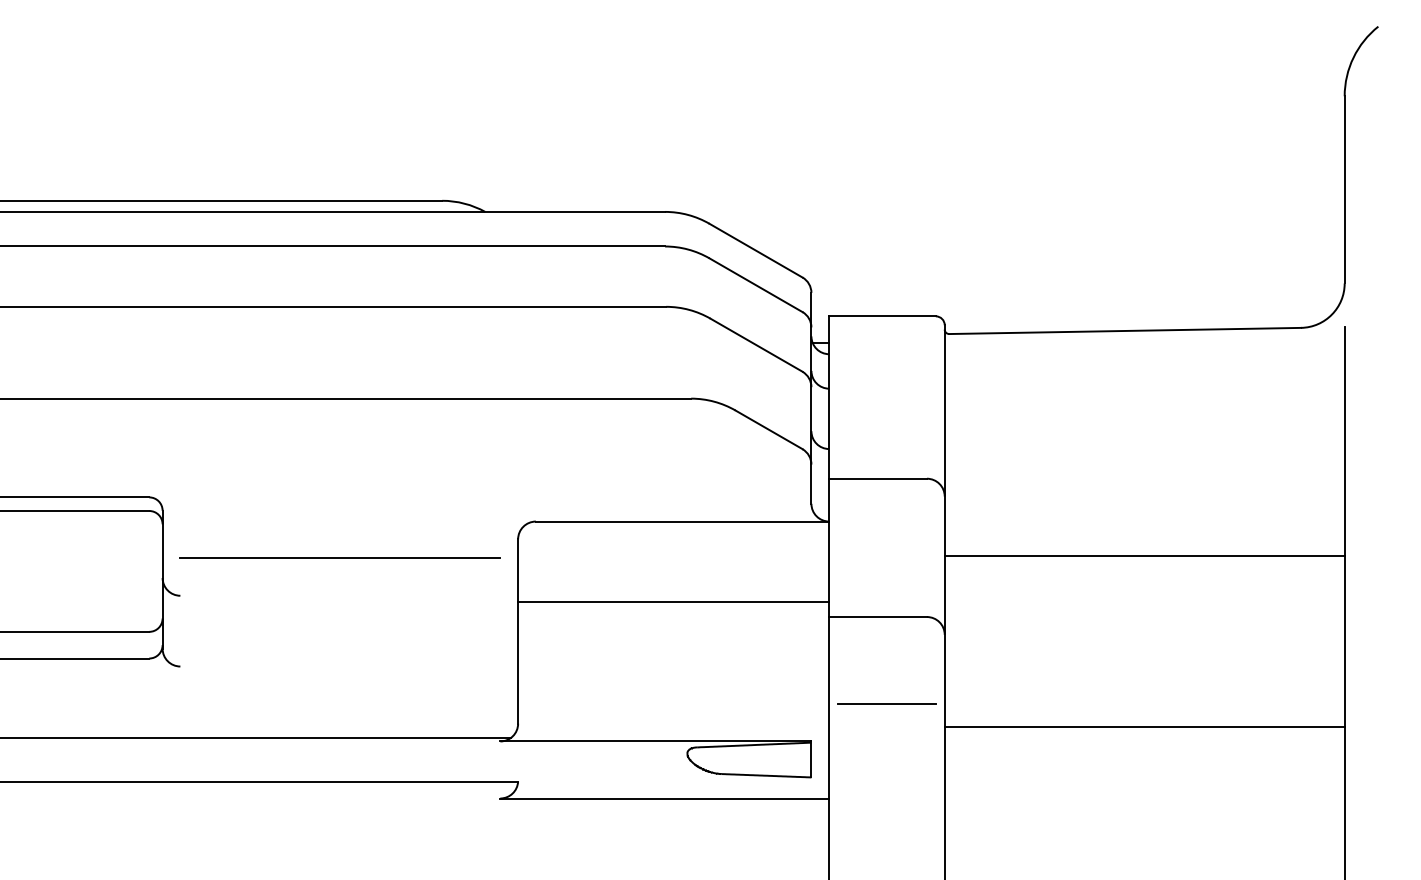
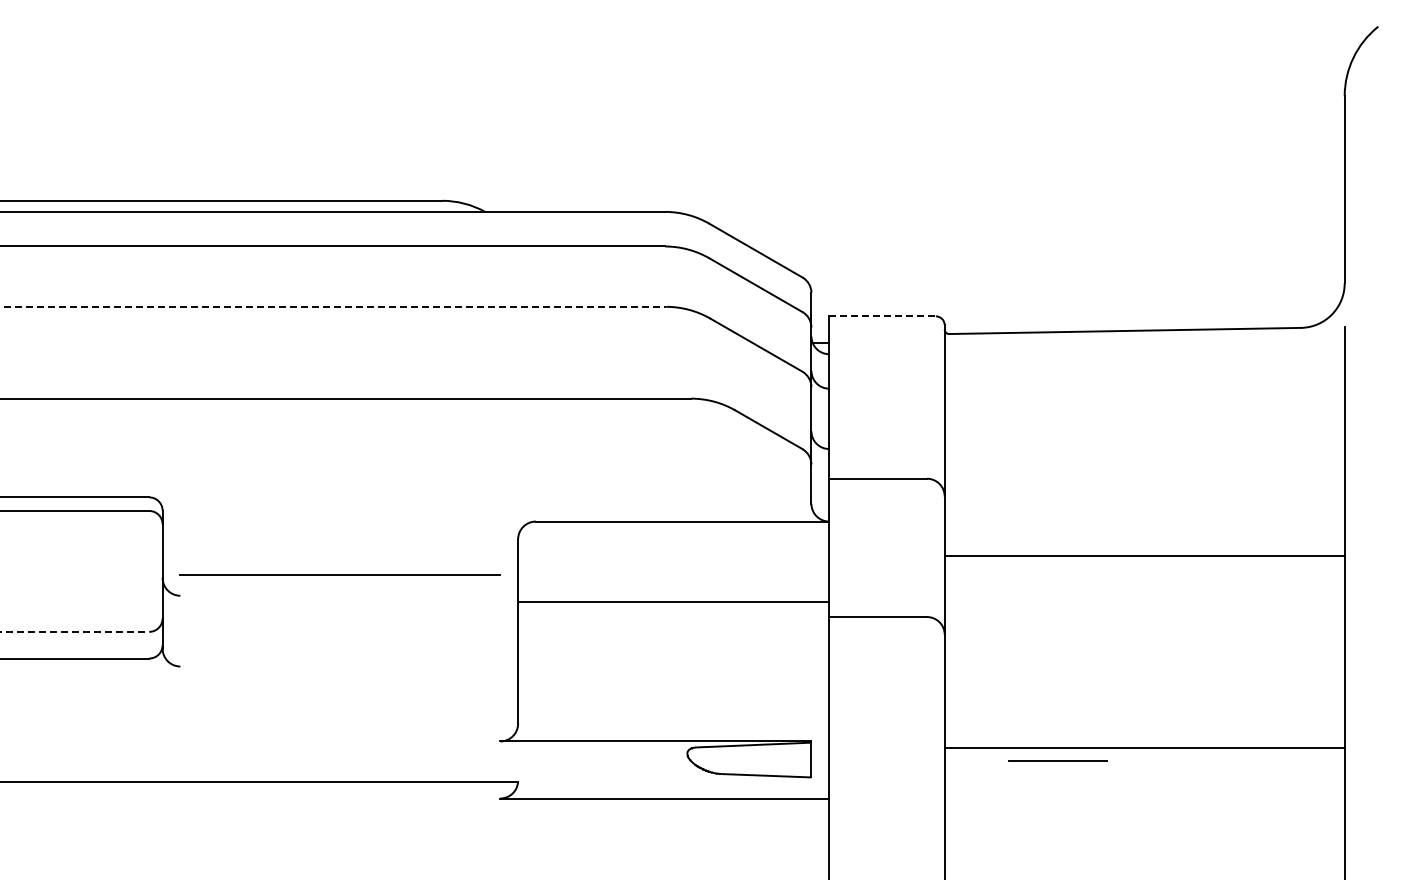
line at (333, 306): solid -> dashed
line at (883, 316): solid -> dashed
line at (339, 557) position: (339, 557) -> (339, 574)
line at (75, 631): solid -> dashed
line at (886, 703) position: (886, 703) -> (1057, 760)
line at (1144, 726) position: (1144, 726) -> (1144, 747)
line at (256, 737): present -> none
